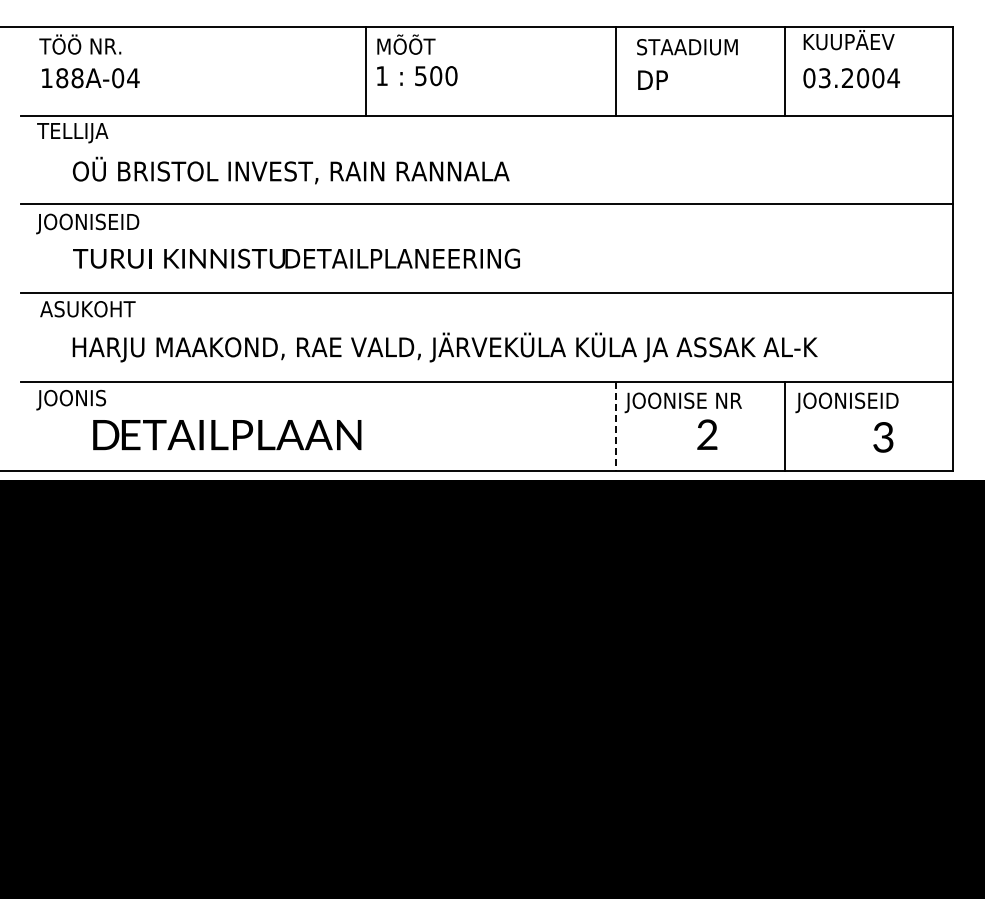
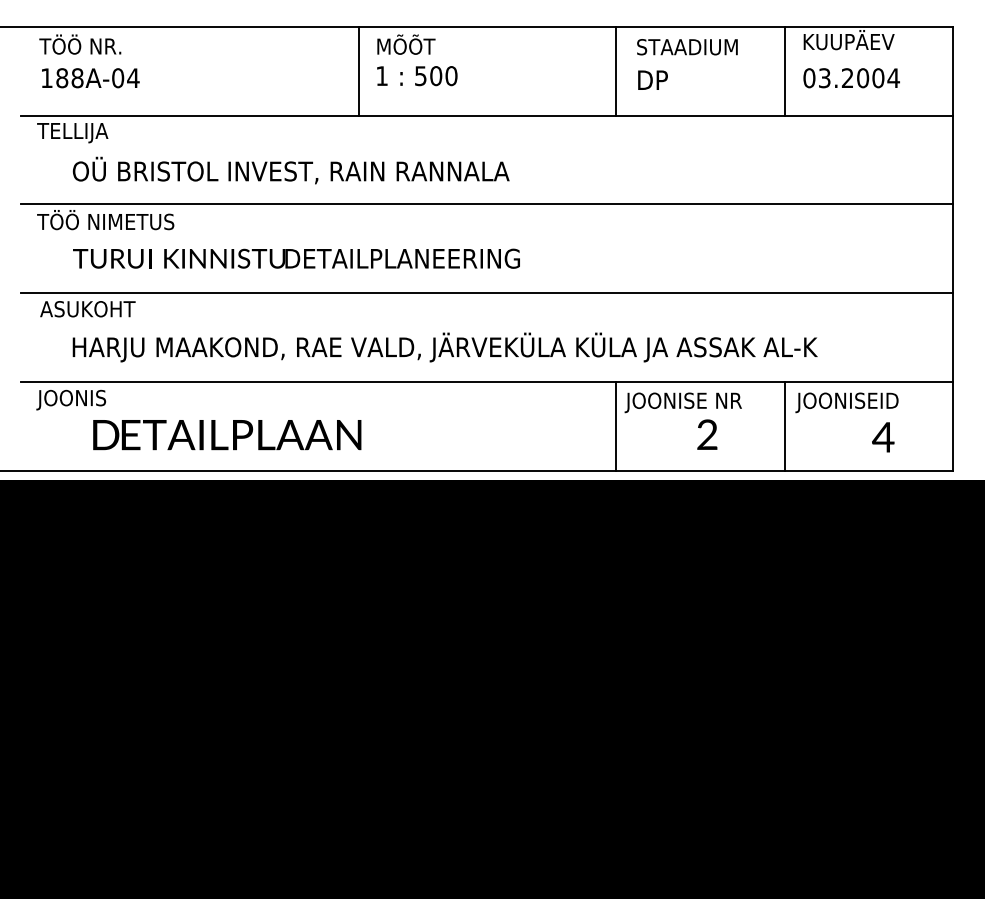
line at (365, 70) position: (365, 70) -> (358, 70)
text at (105, 222): JOONISEID -> TÖÖ NIMETUS
line at (616, 426): dashed -> solid
text at (883, 437): 3 -> 4
